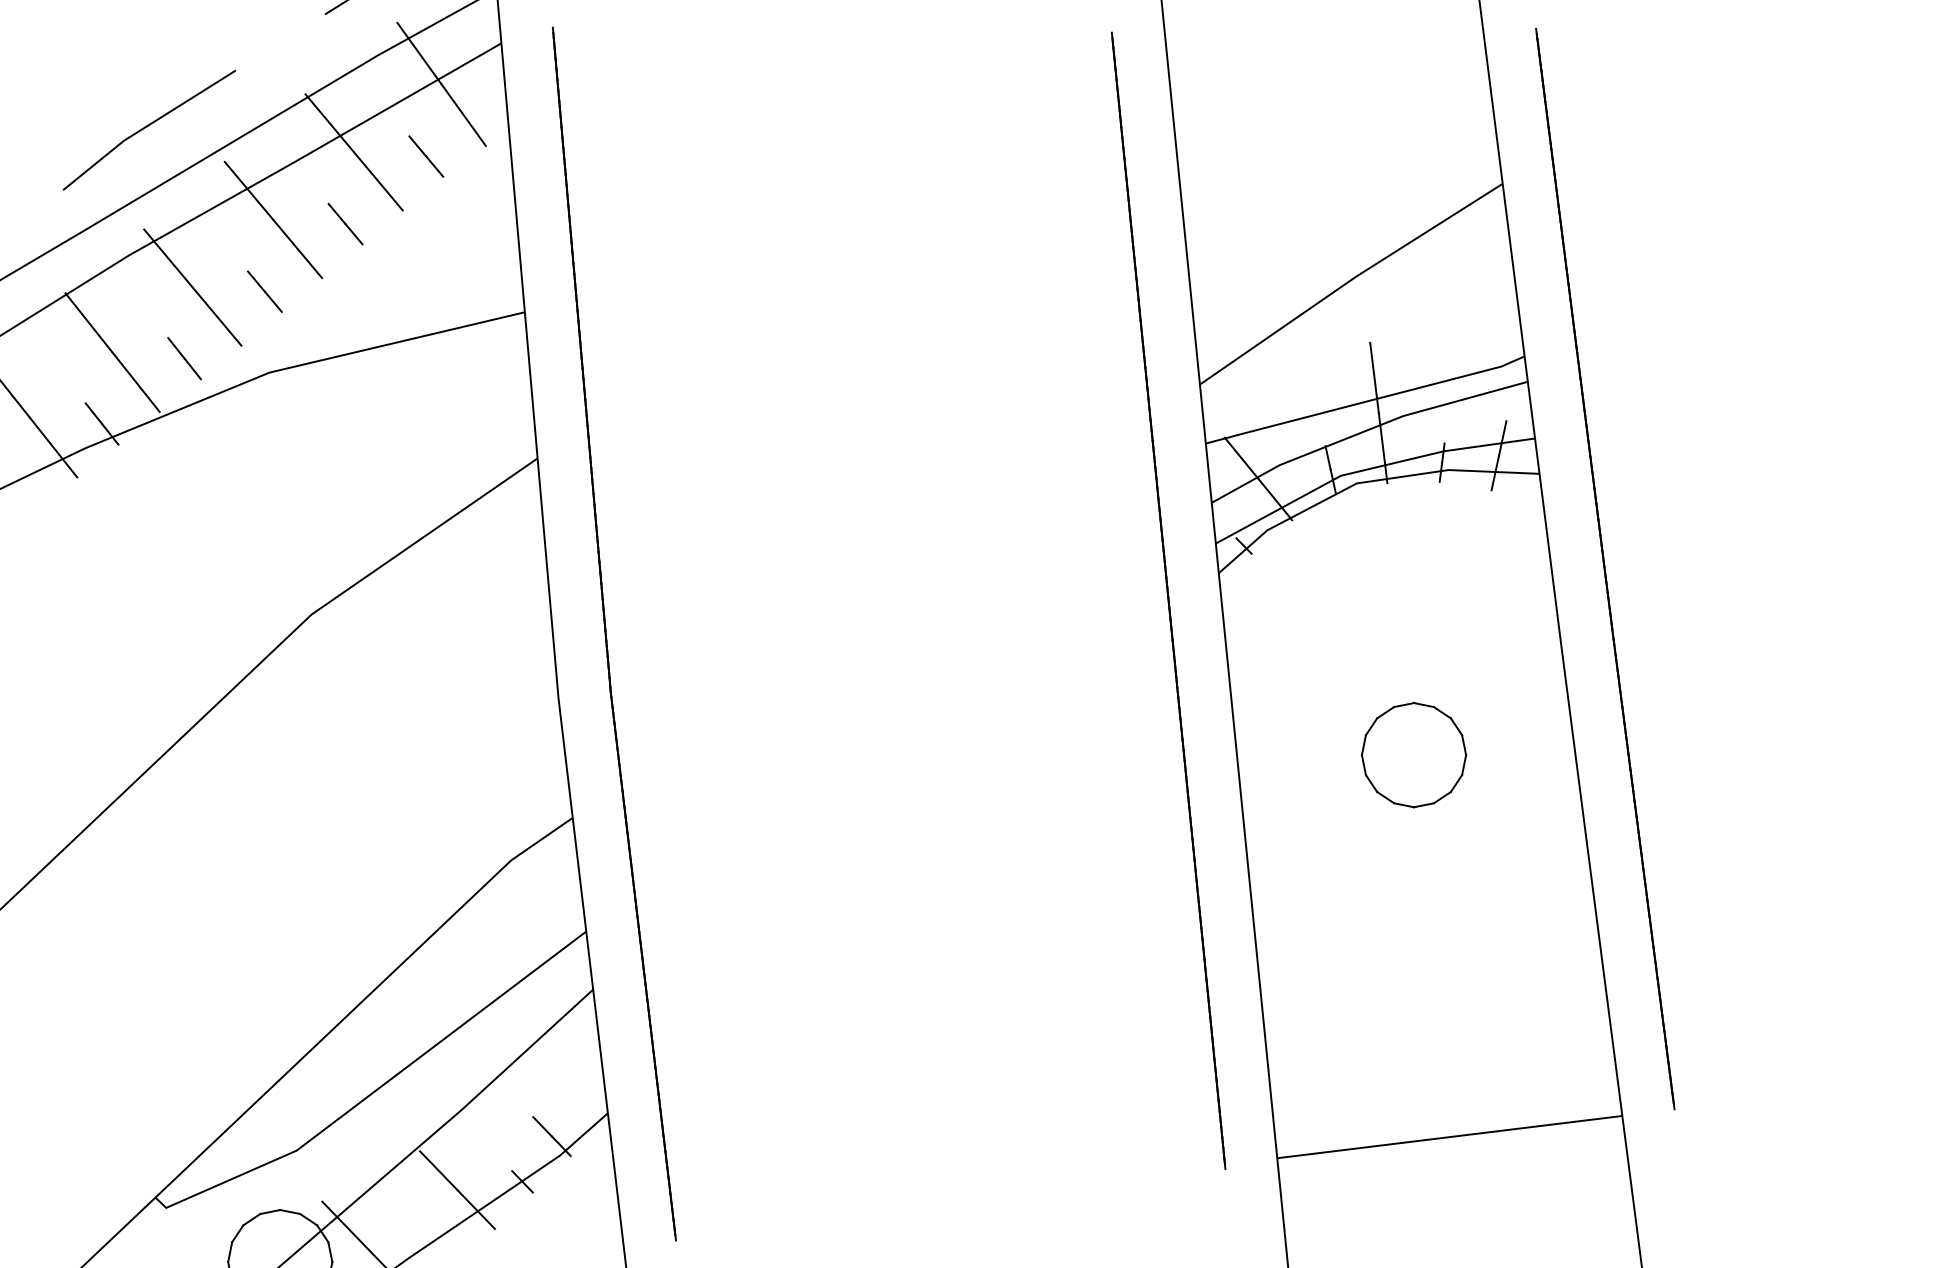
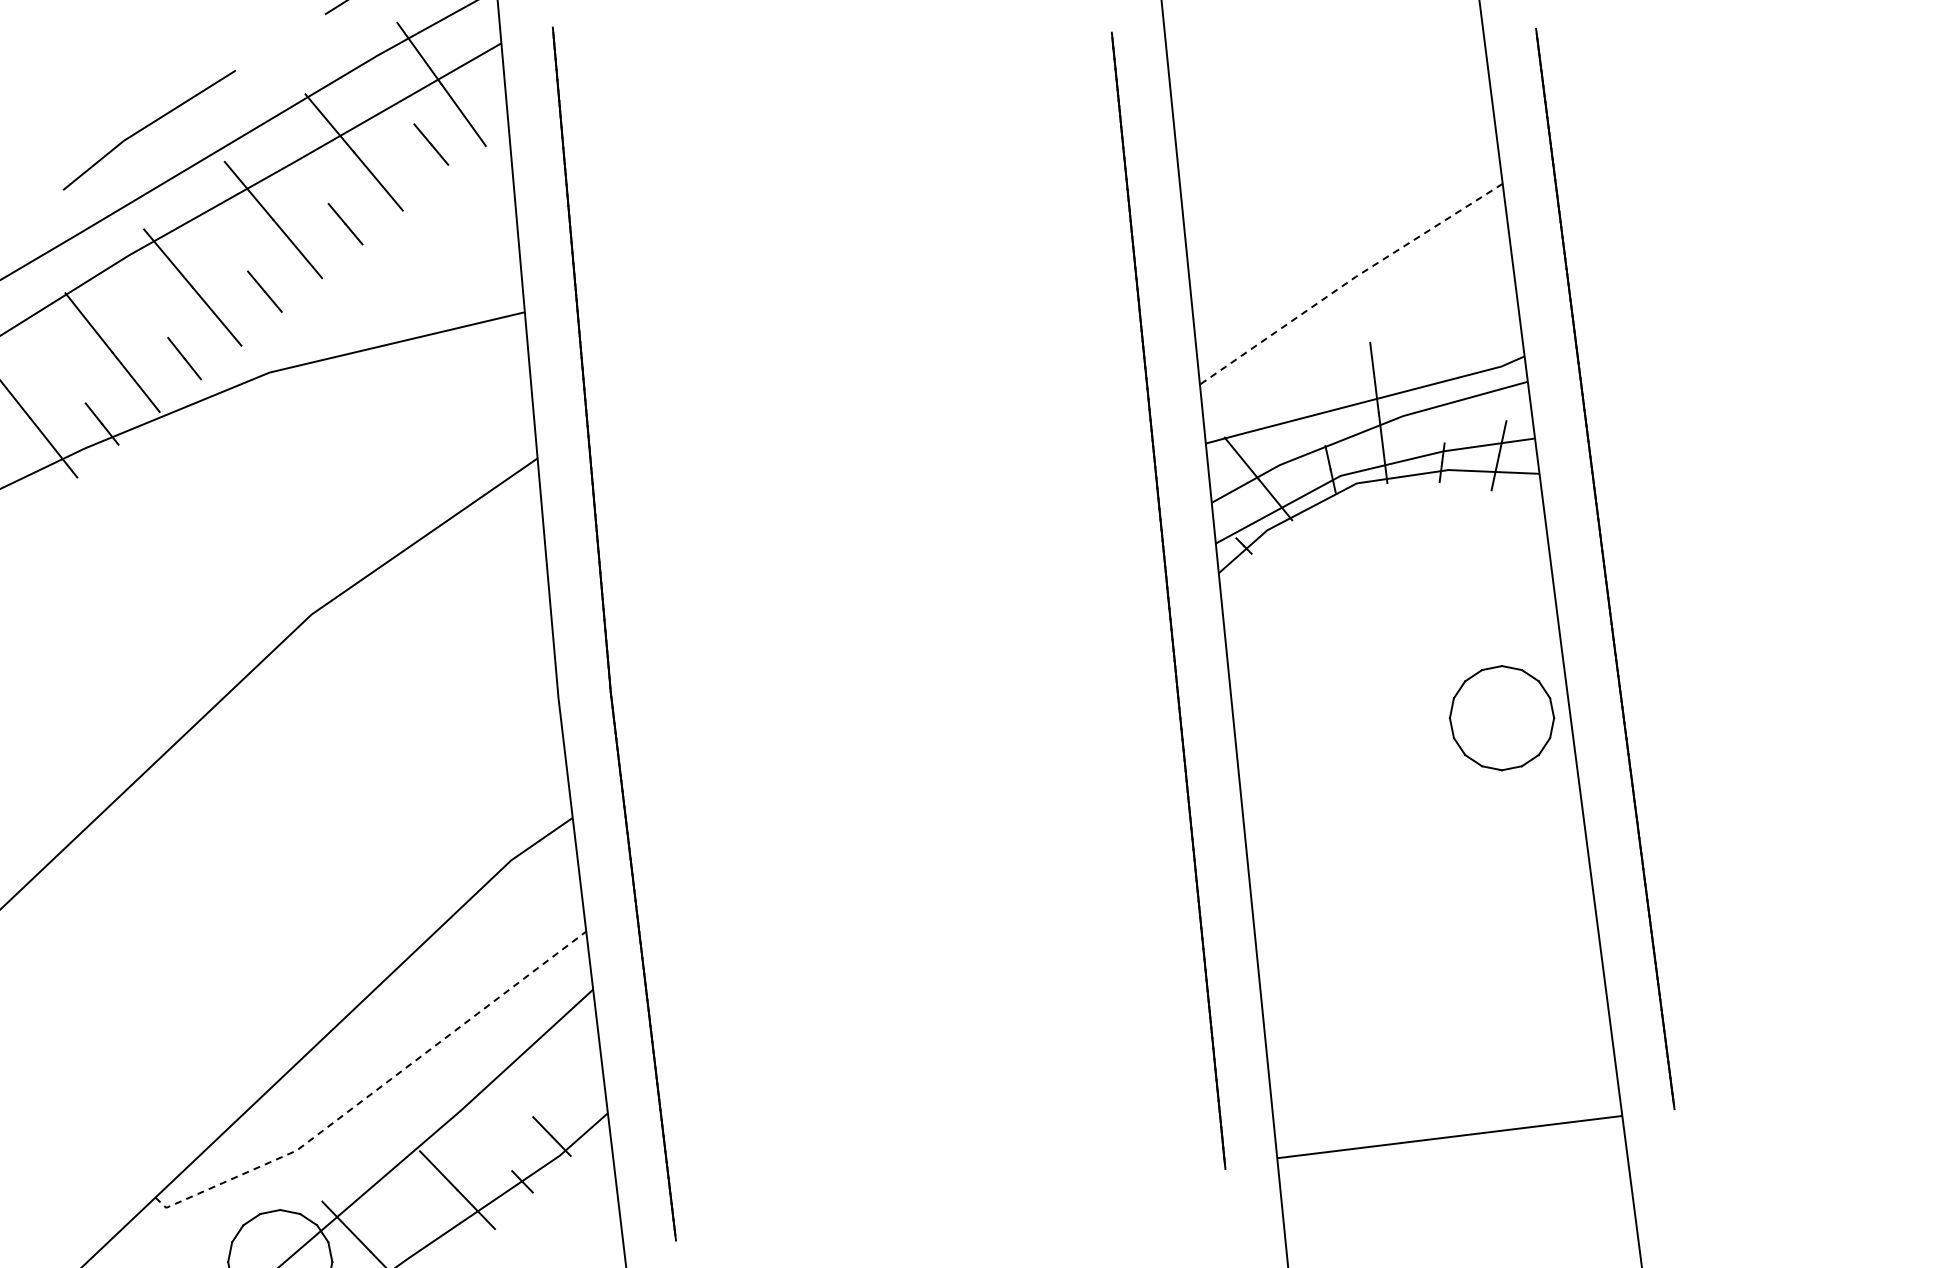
line at (426, 156) position: (426, 156) -> (431, 144)
line at (1349, 281): solid -> dashed
part at (1414, 755) position: (1414, 755) -> (1502, 718)
line at (377, 1089): solid -> dashed
